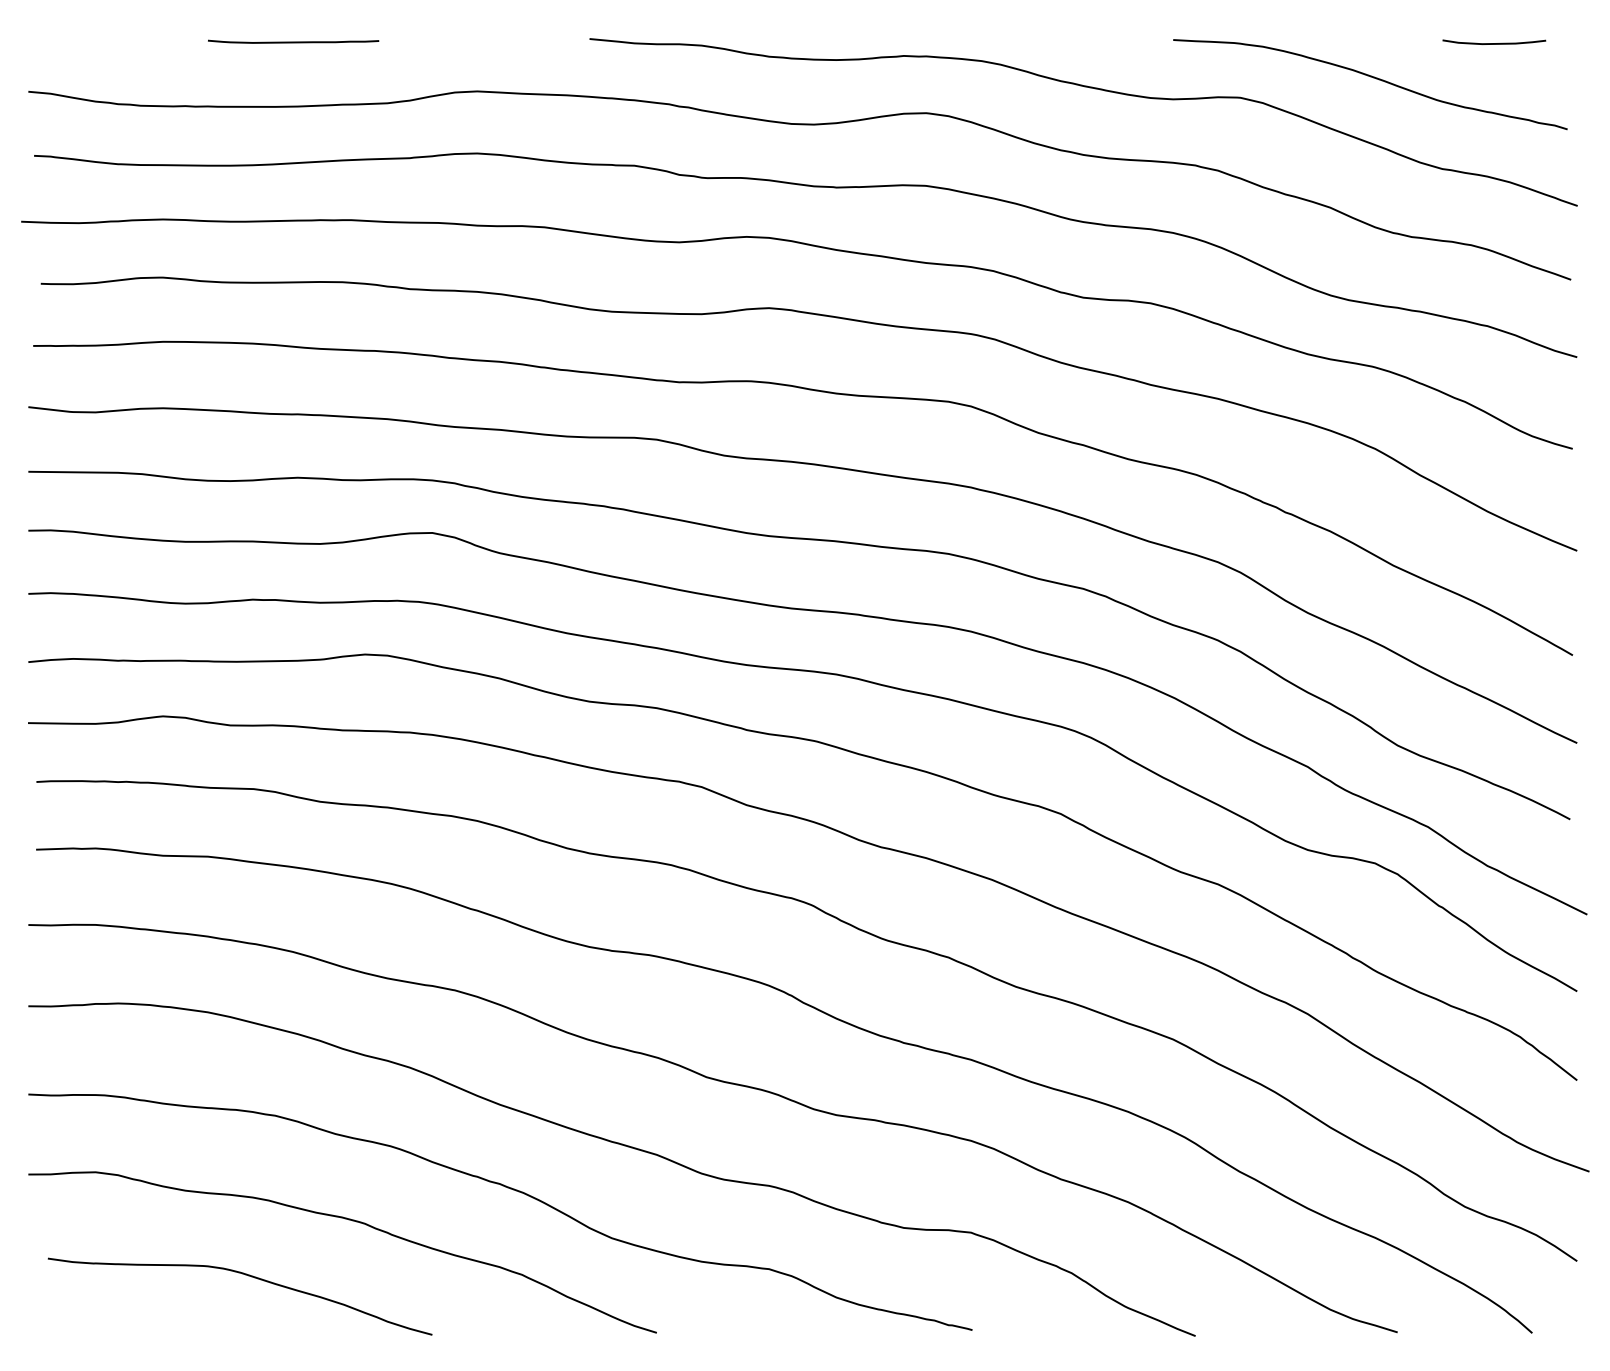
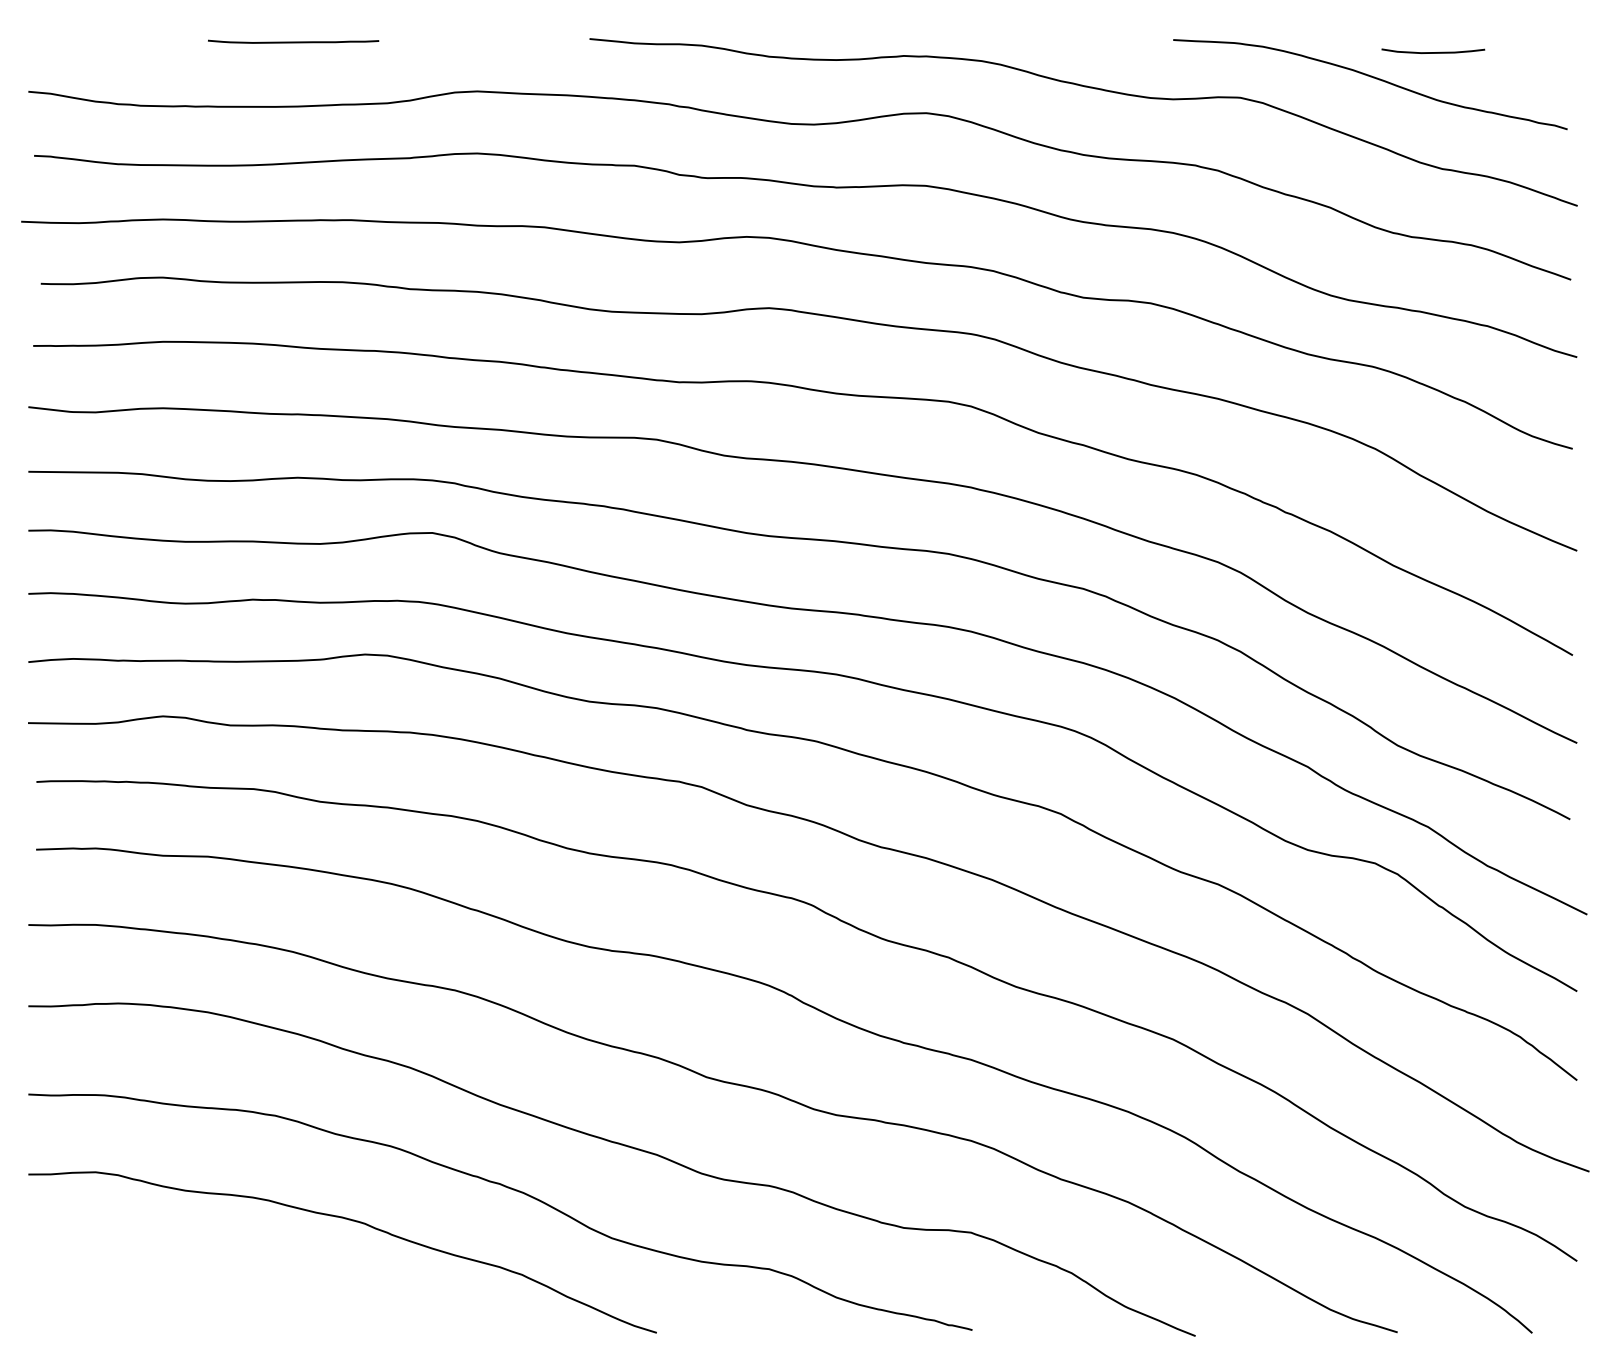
curve at (1494, 43) position: (1494, 43) -> (1433, 52)
curve at (245, 1275): present -> none
